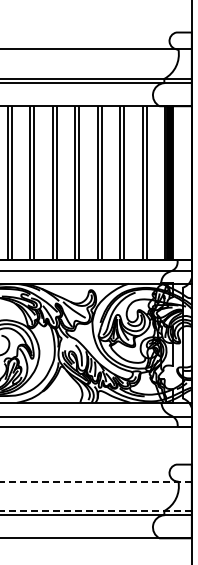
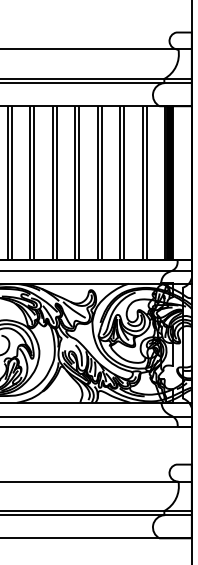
line at (95, 481): dashed -> solid
line at (95, 510): dashed -> solid
